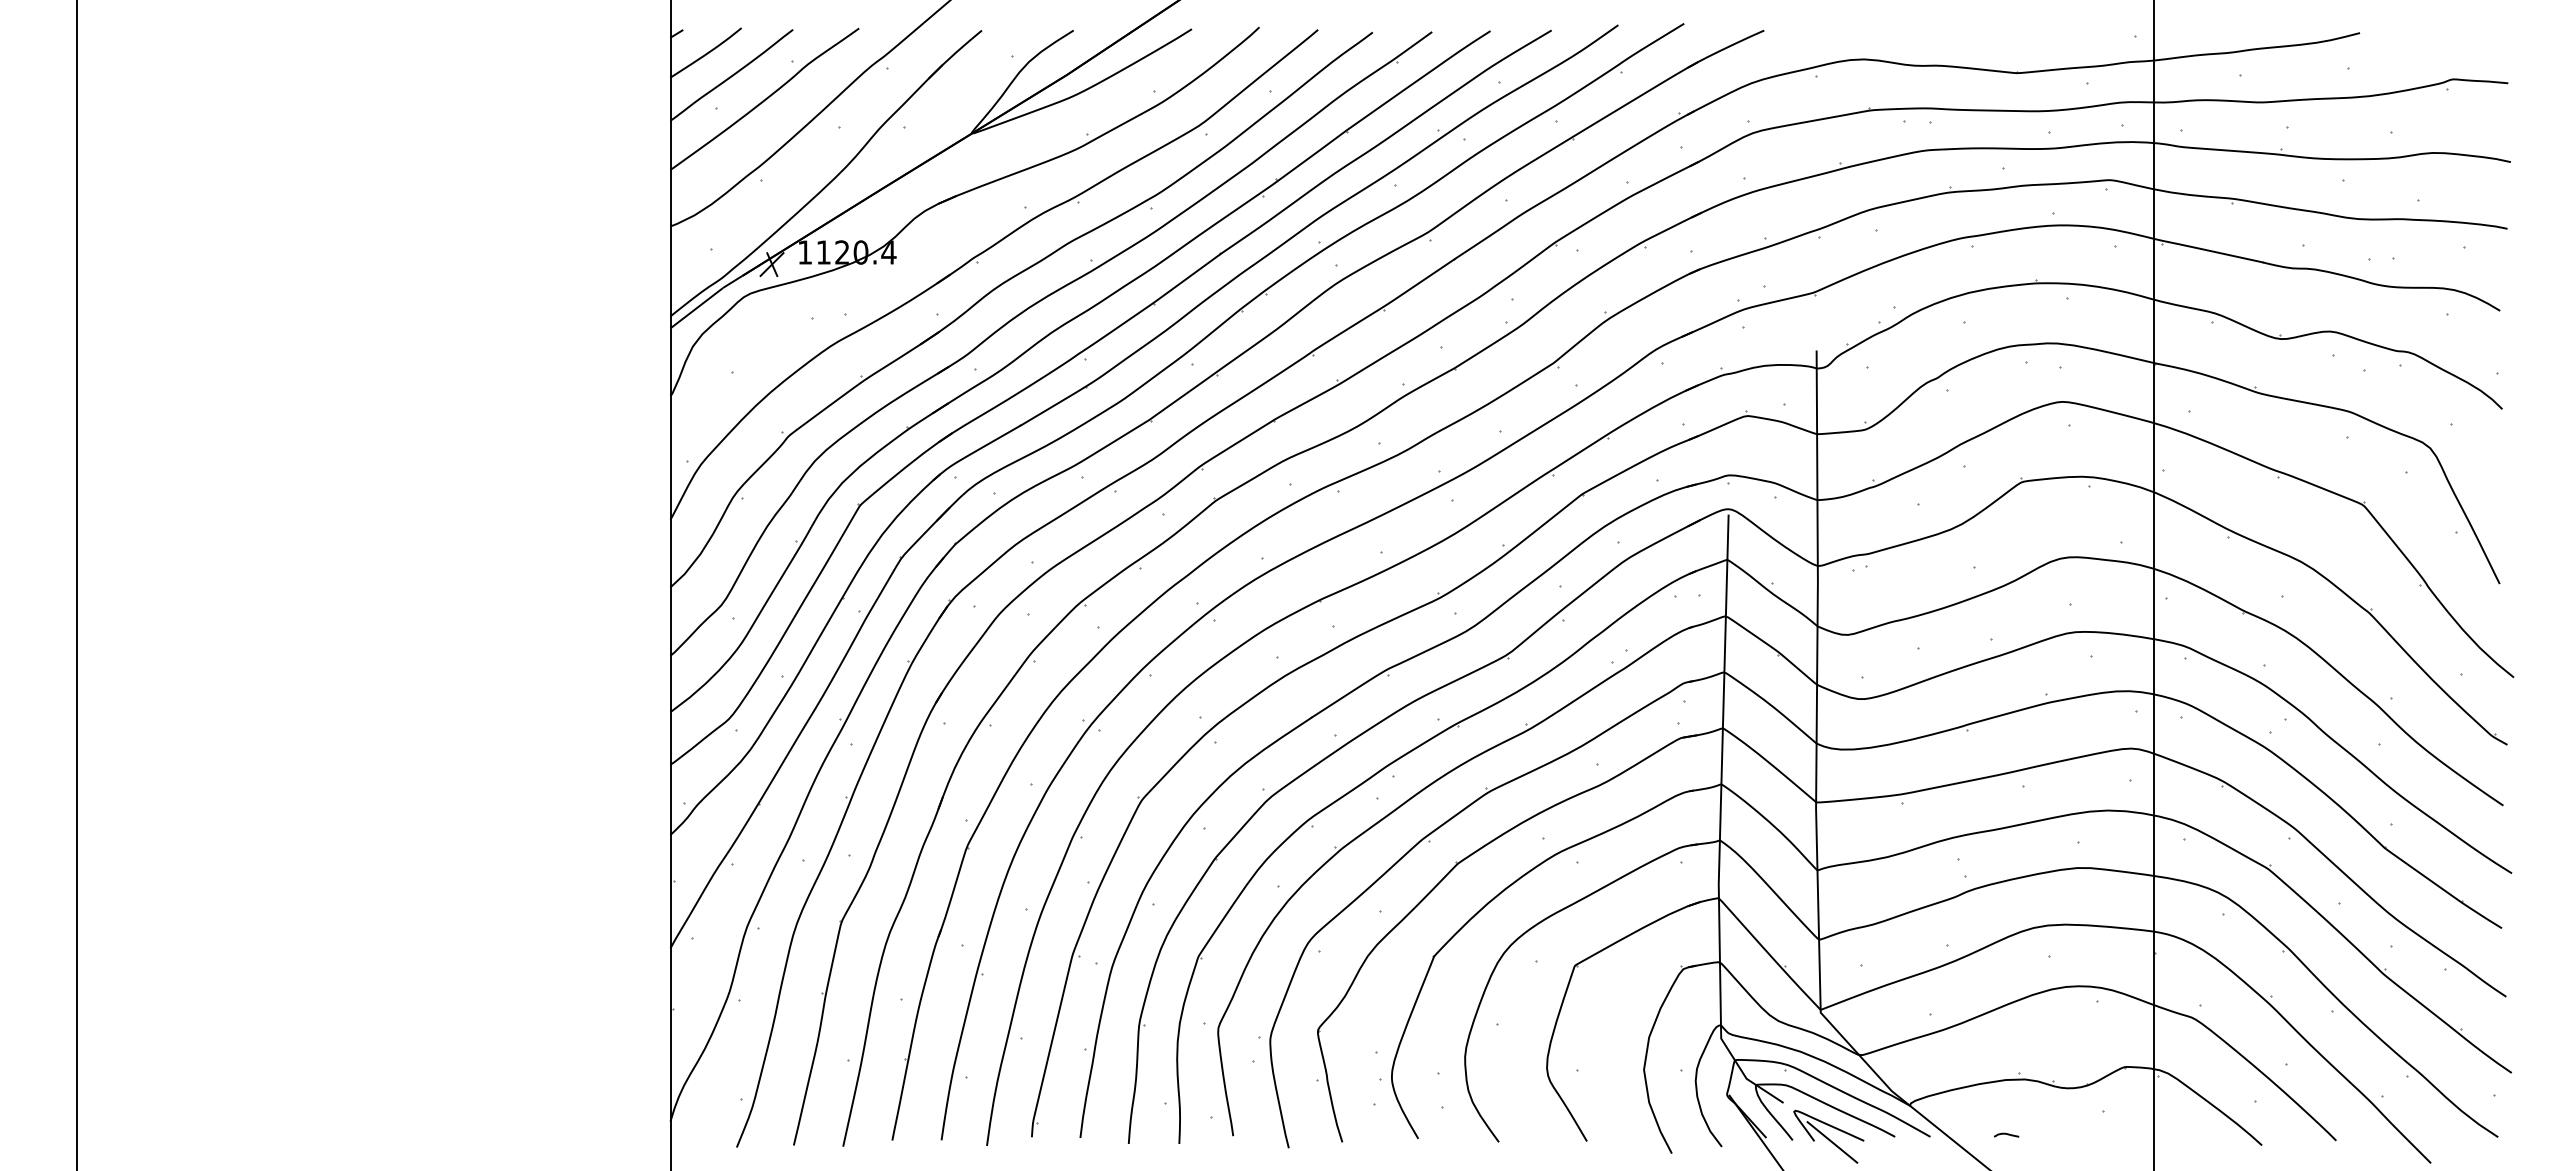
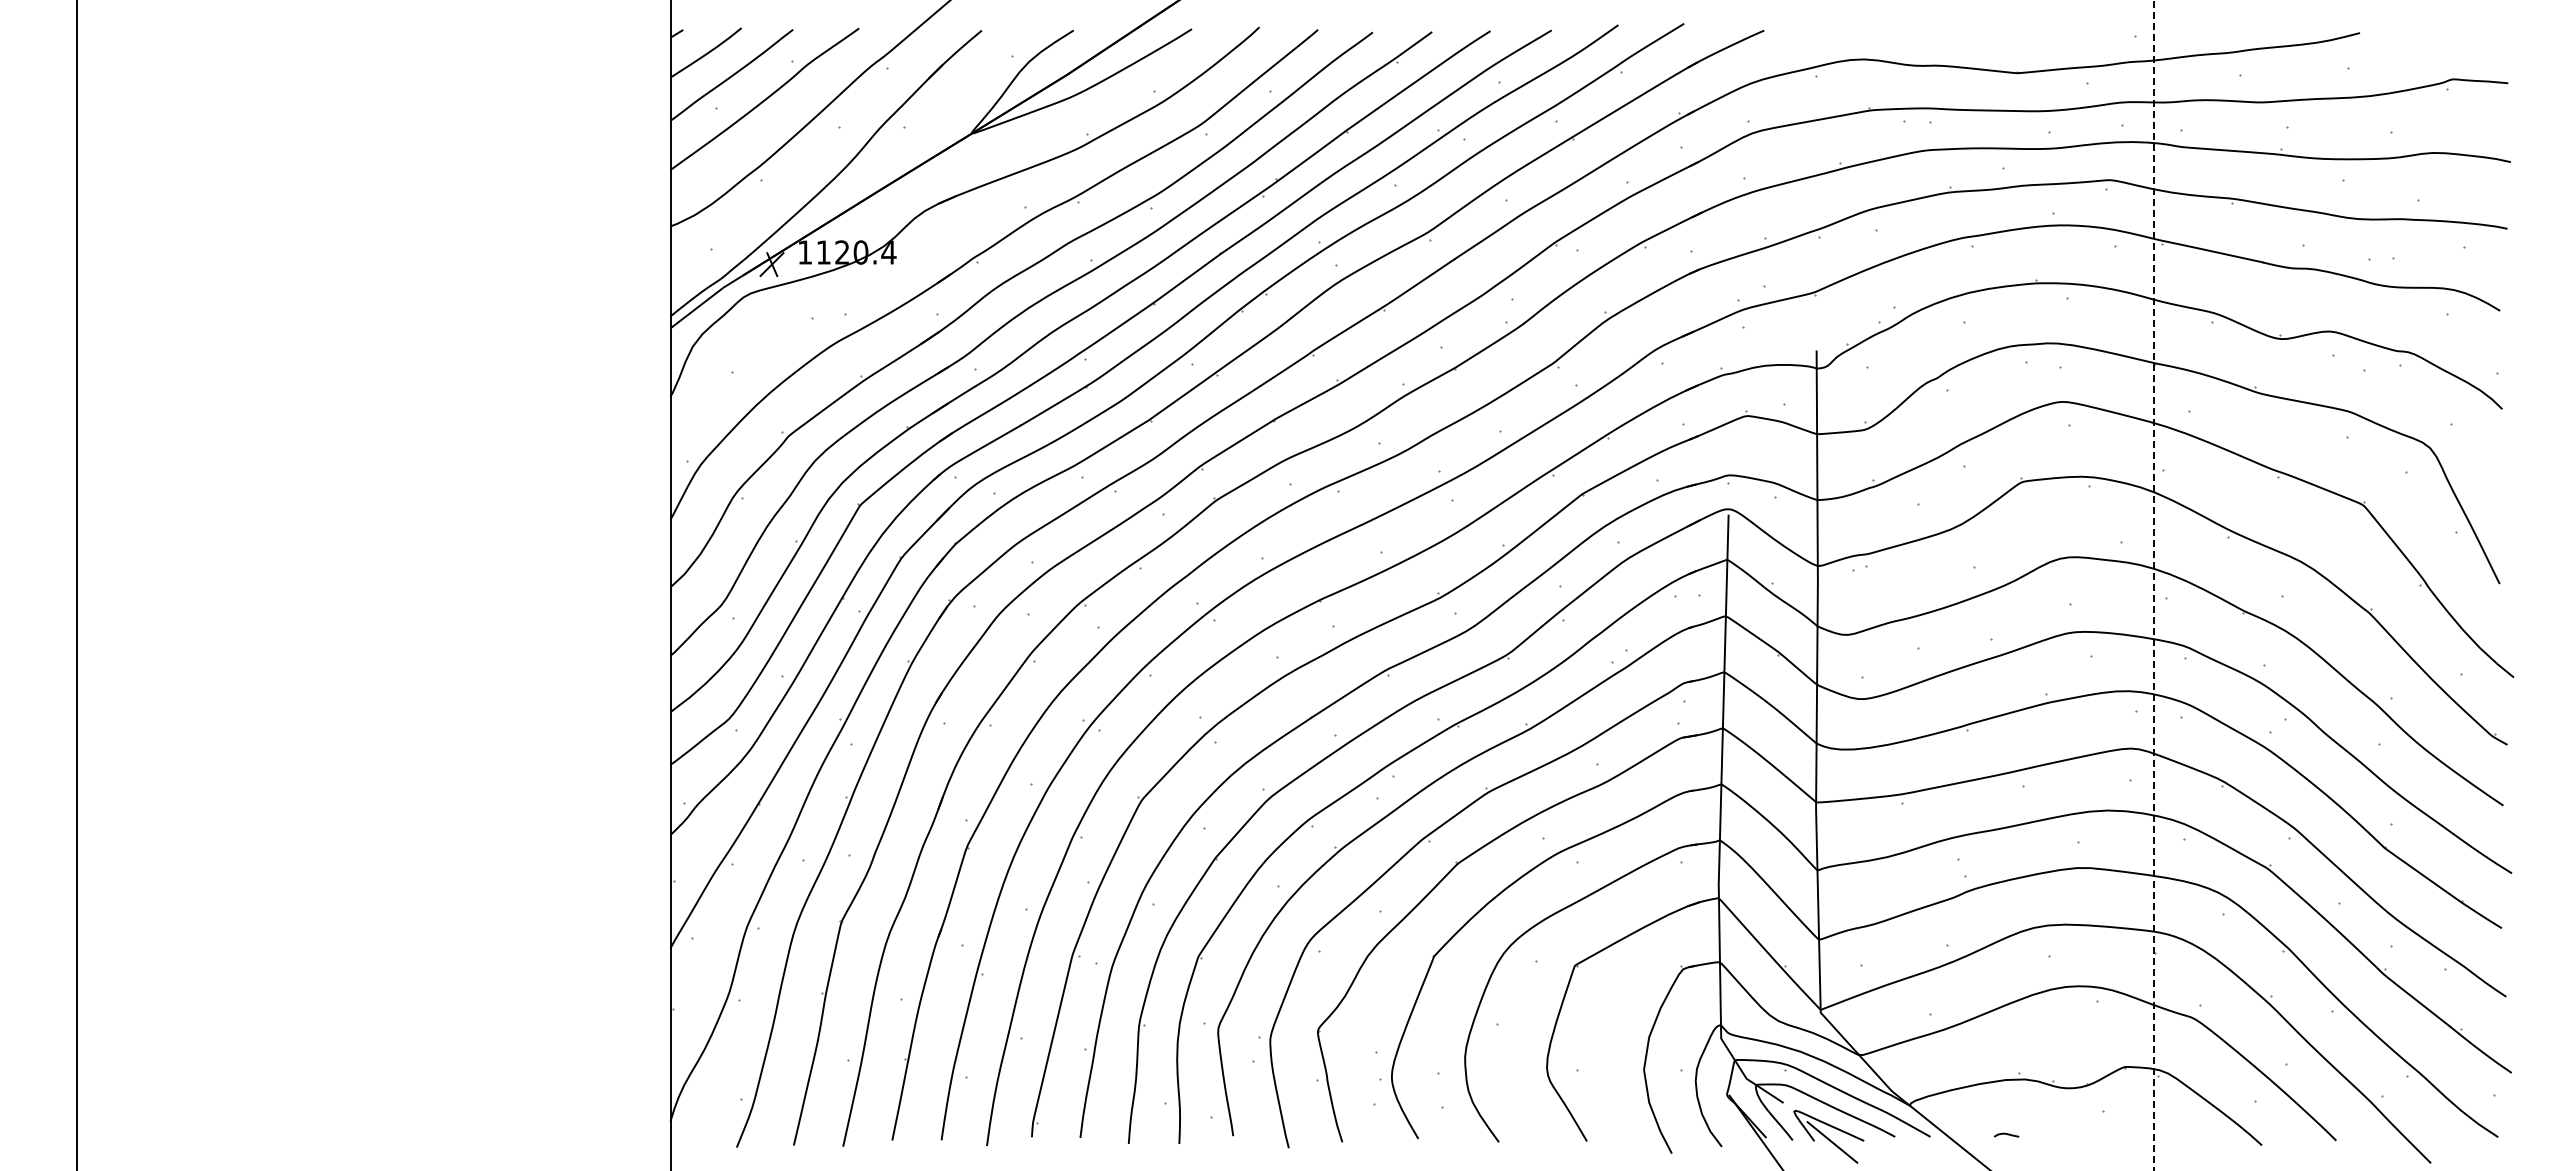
line at (2153, 584): solid -> dashed
